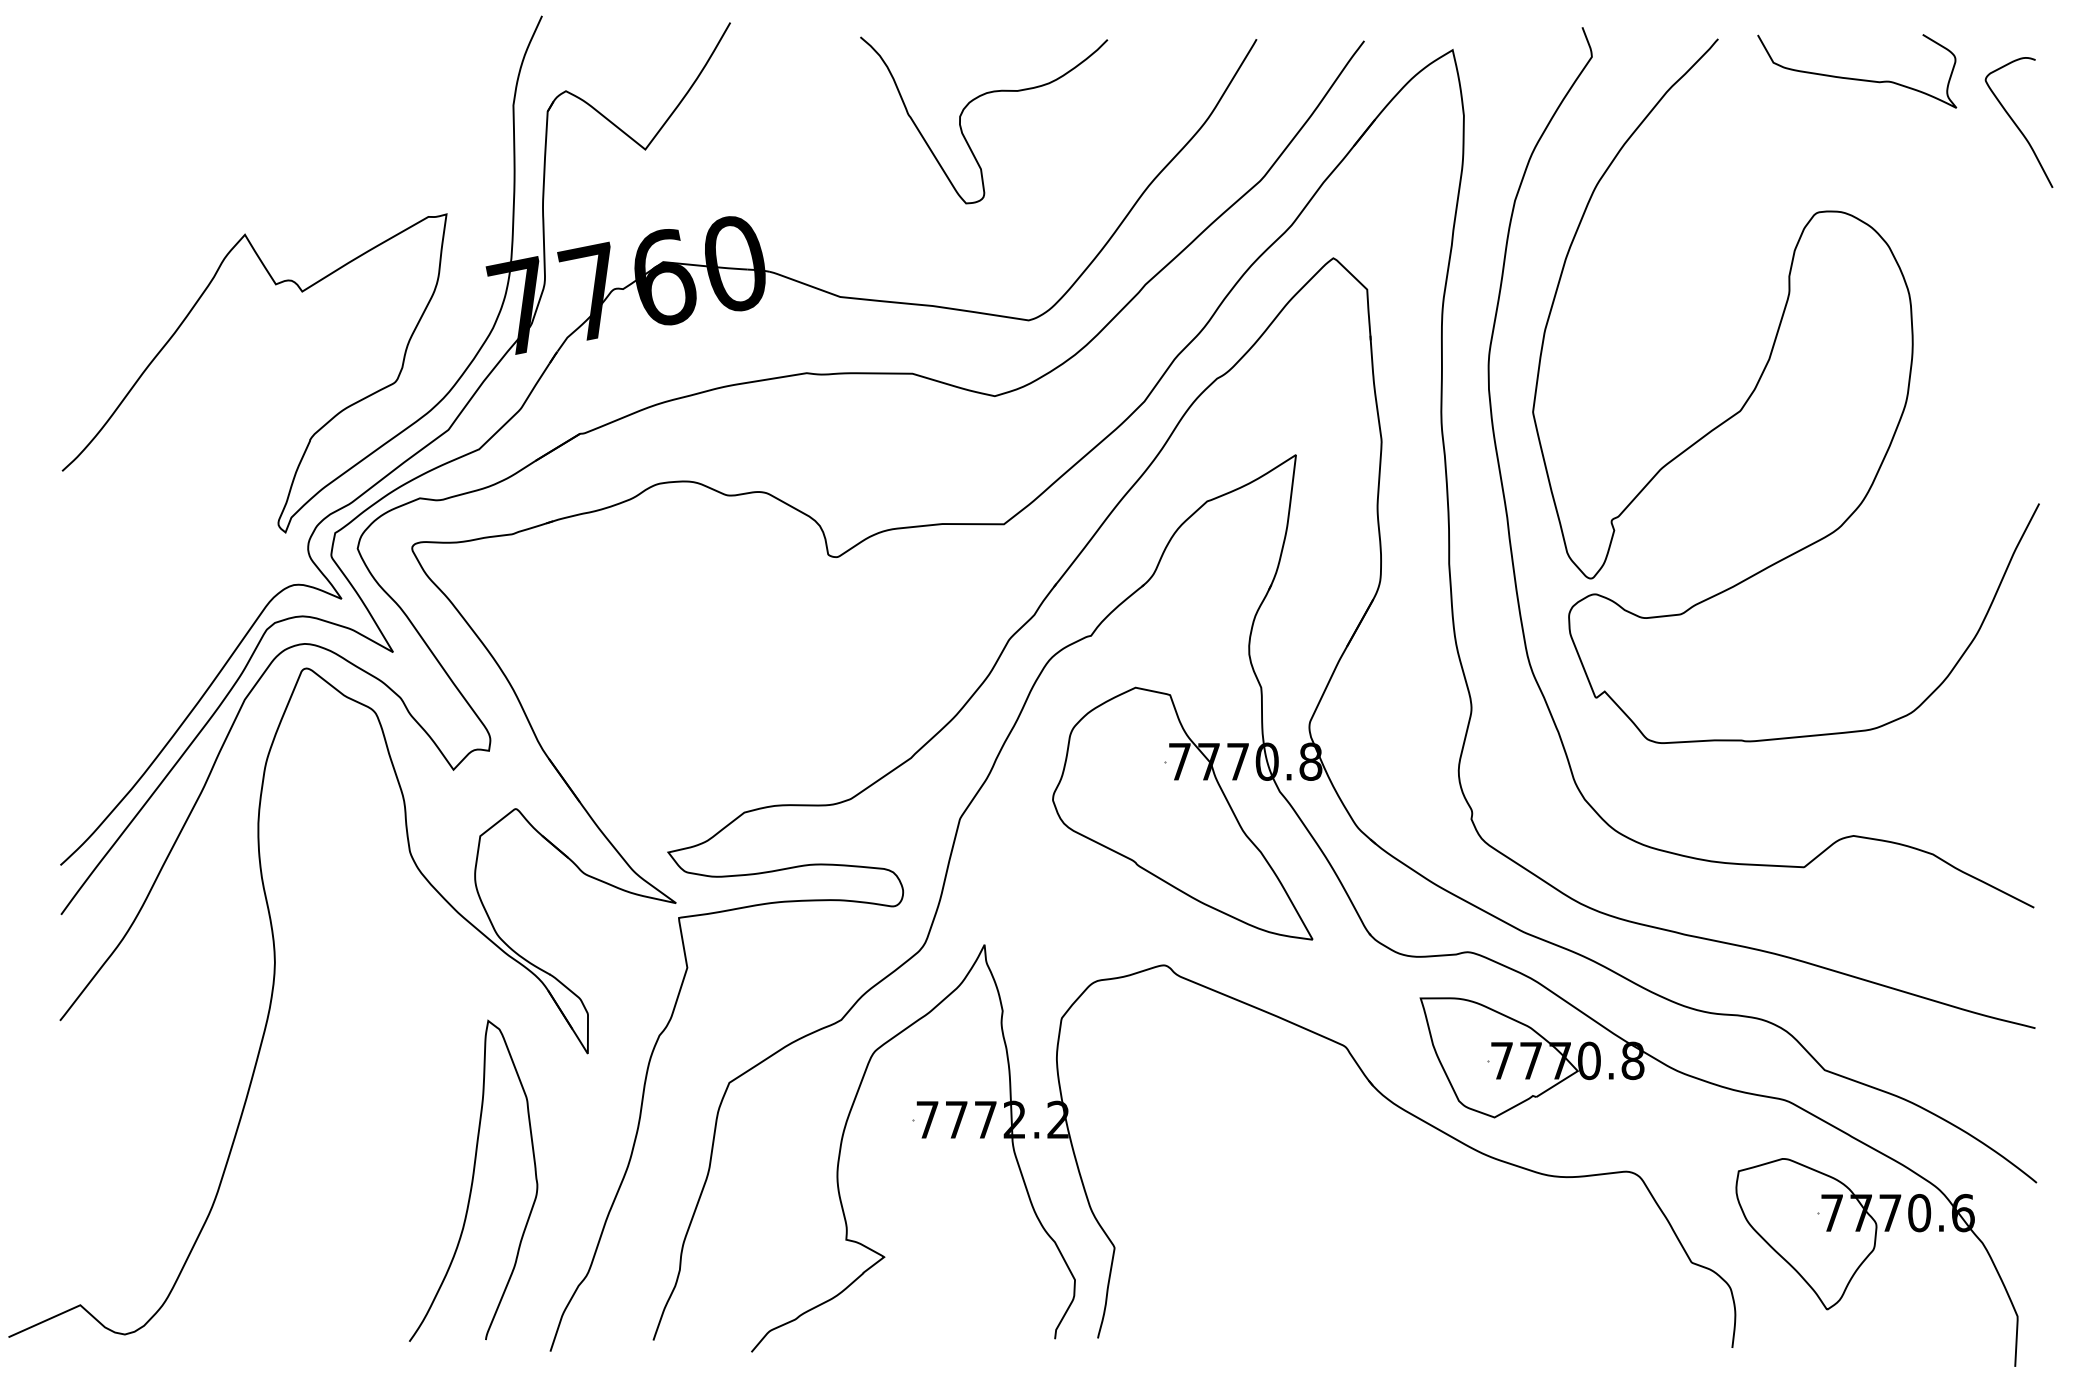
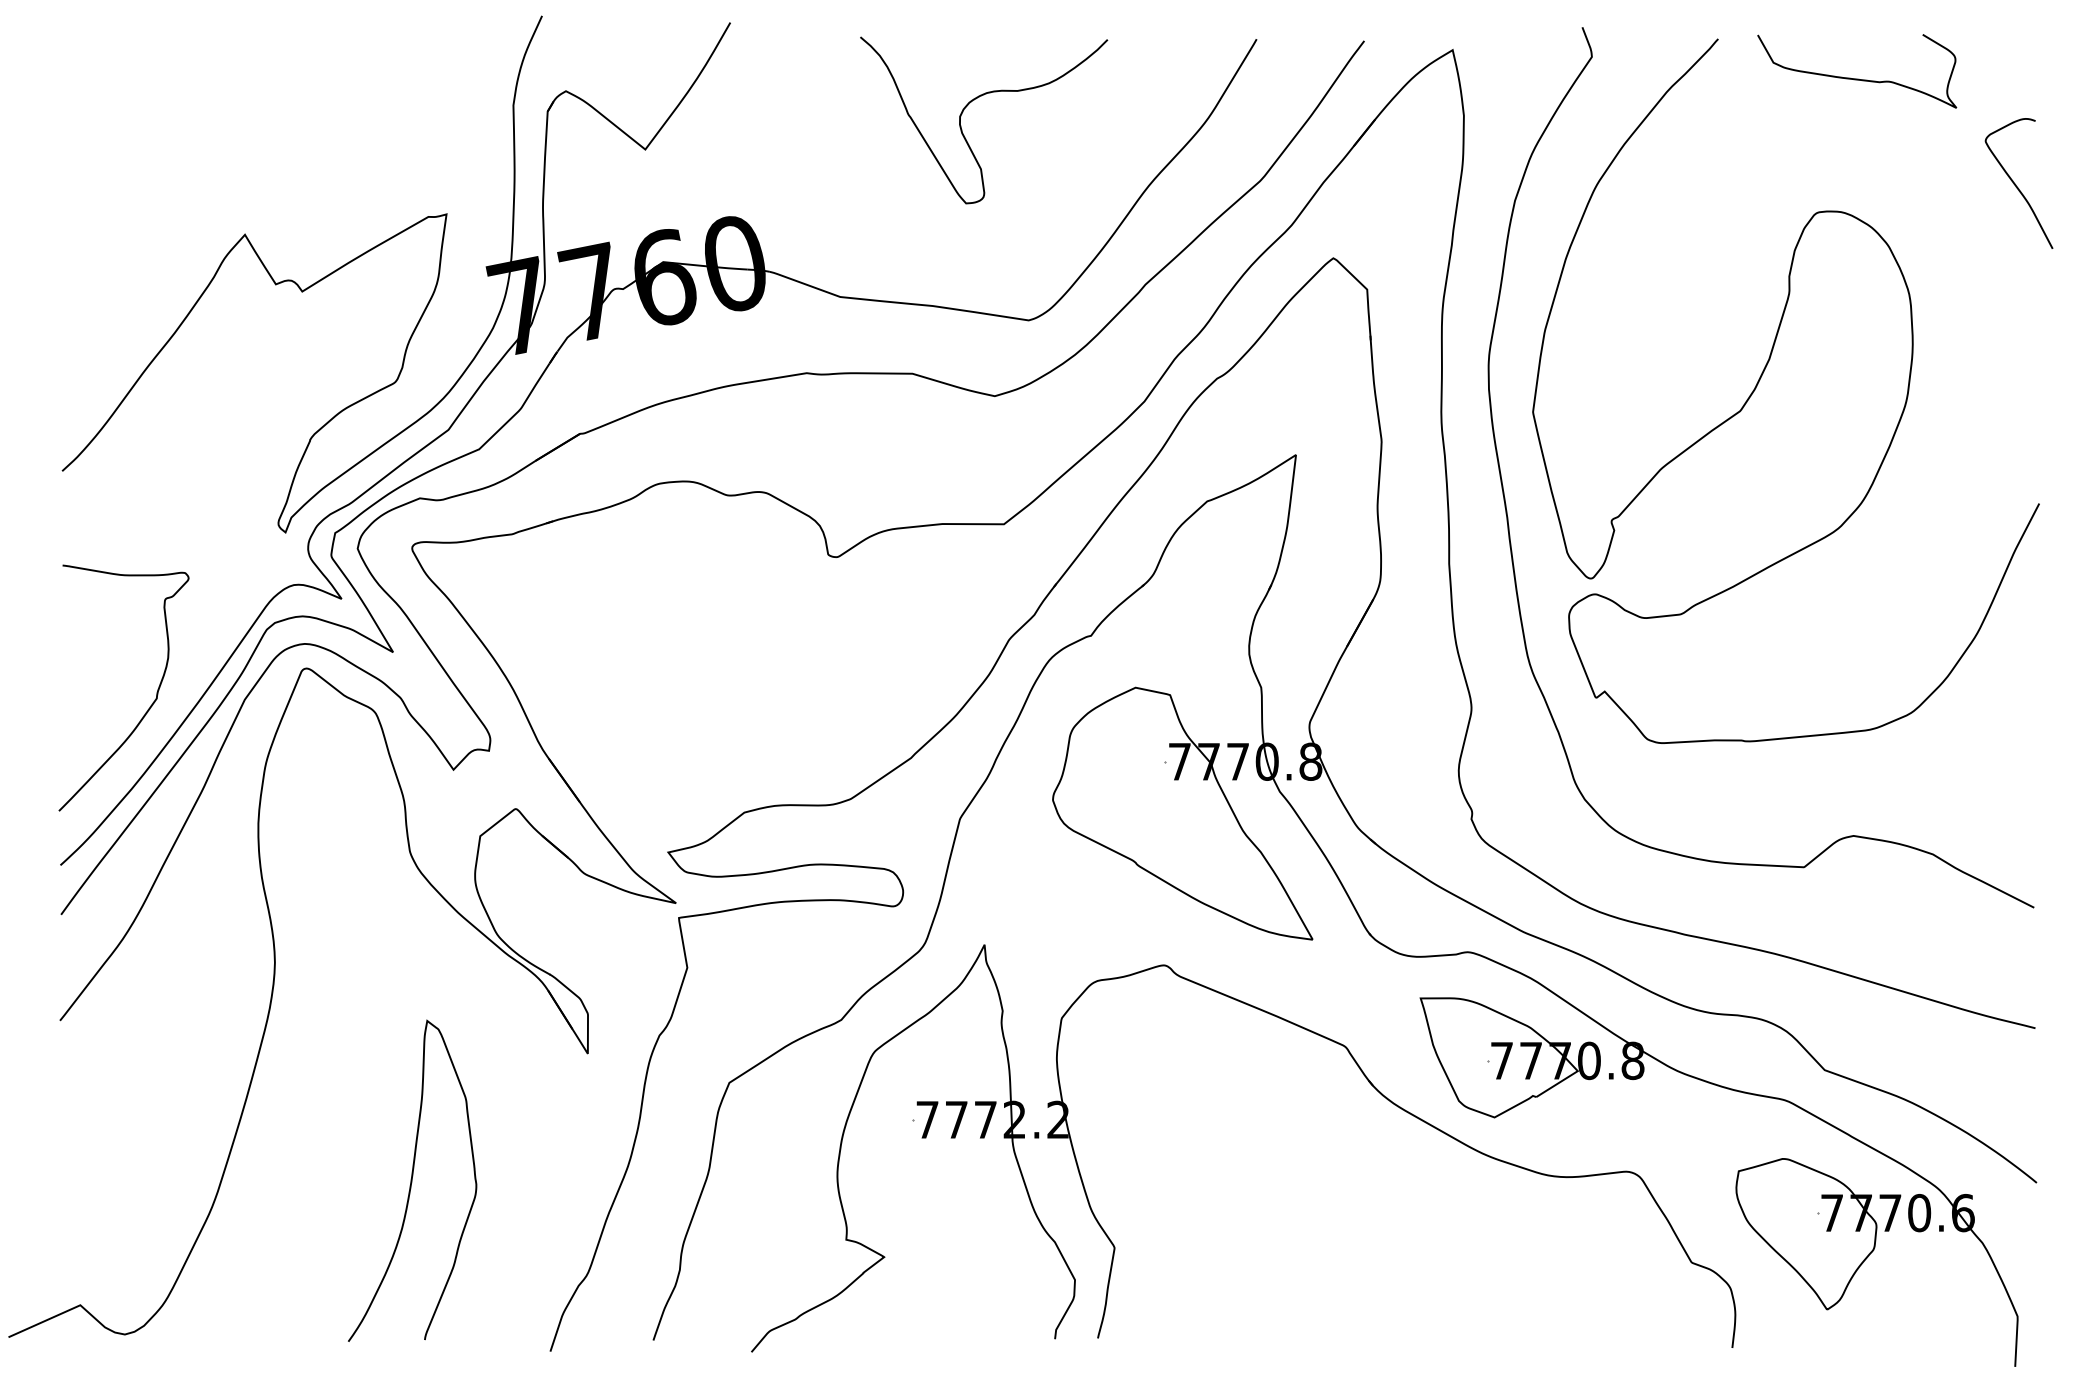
curve at (2016, 123) position: (2016, 123) -> (2016, 184)
curve at (150, 705): none -> present
curve at (473, 1180) position: (473, 1180) -> (412, 1180)
